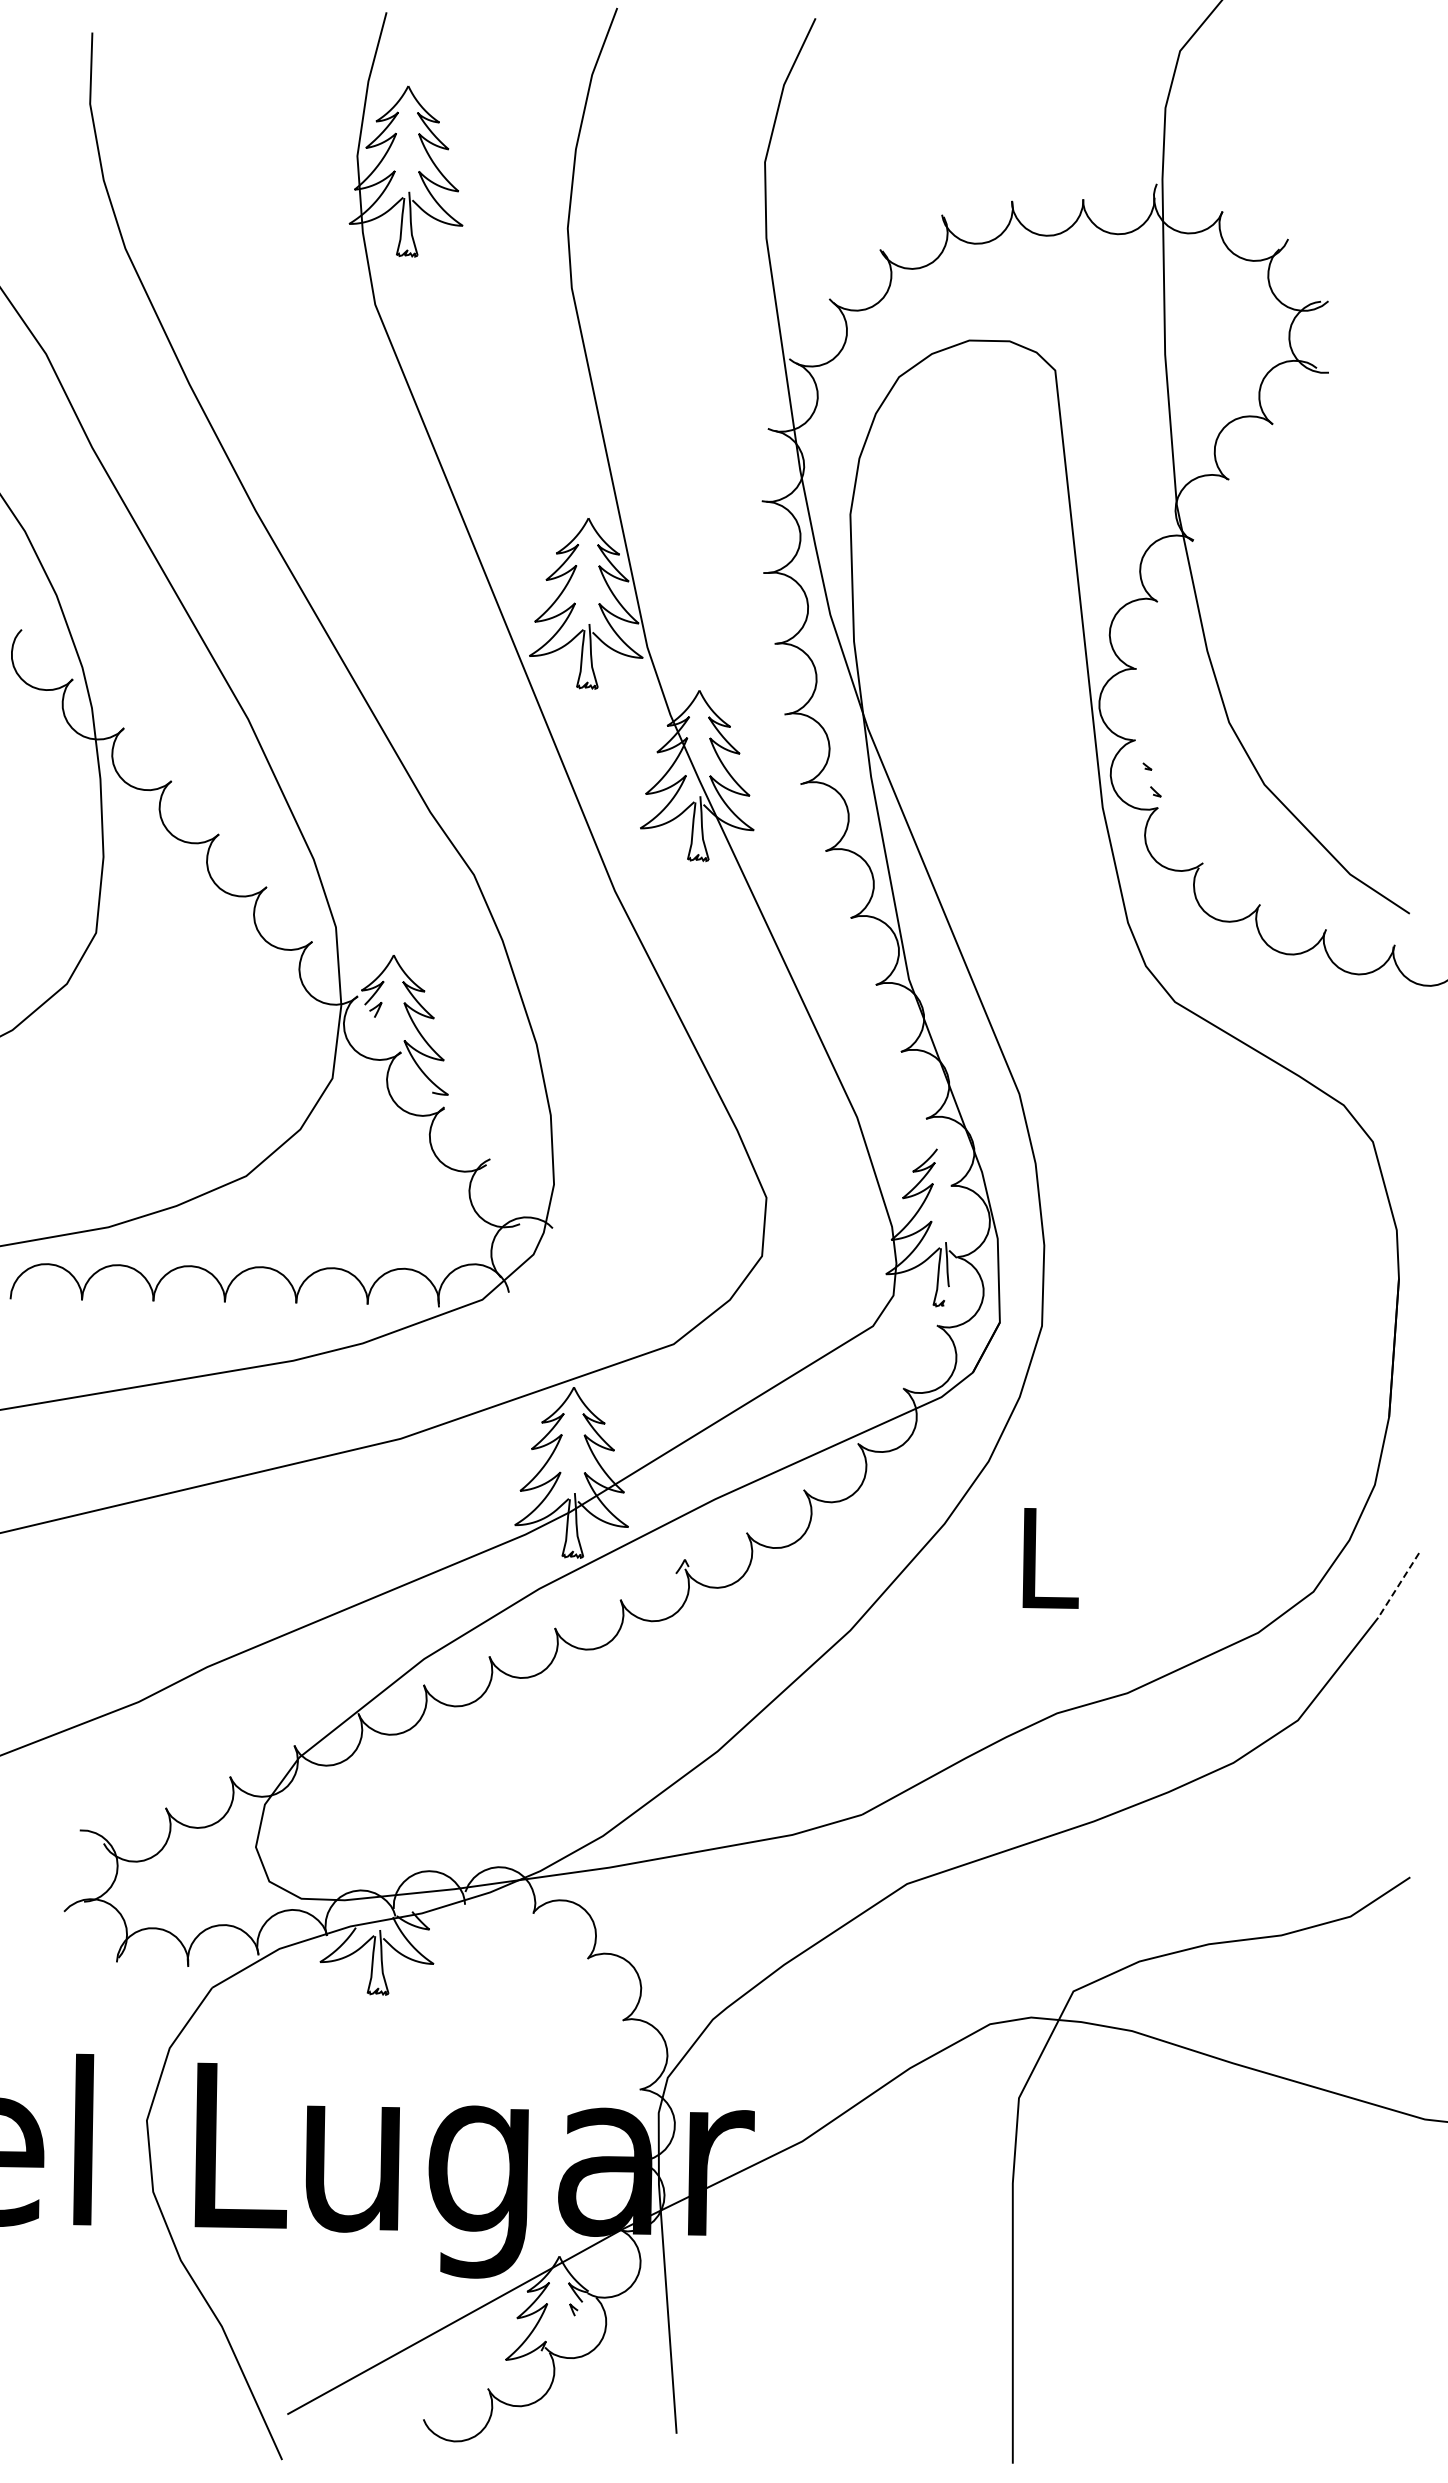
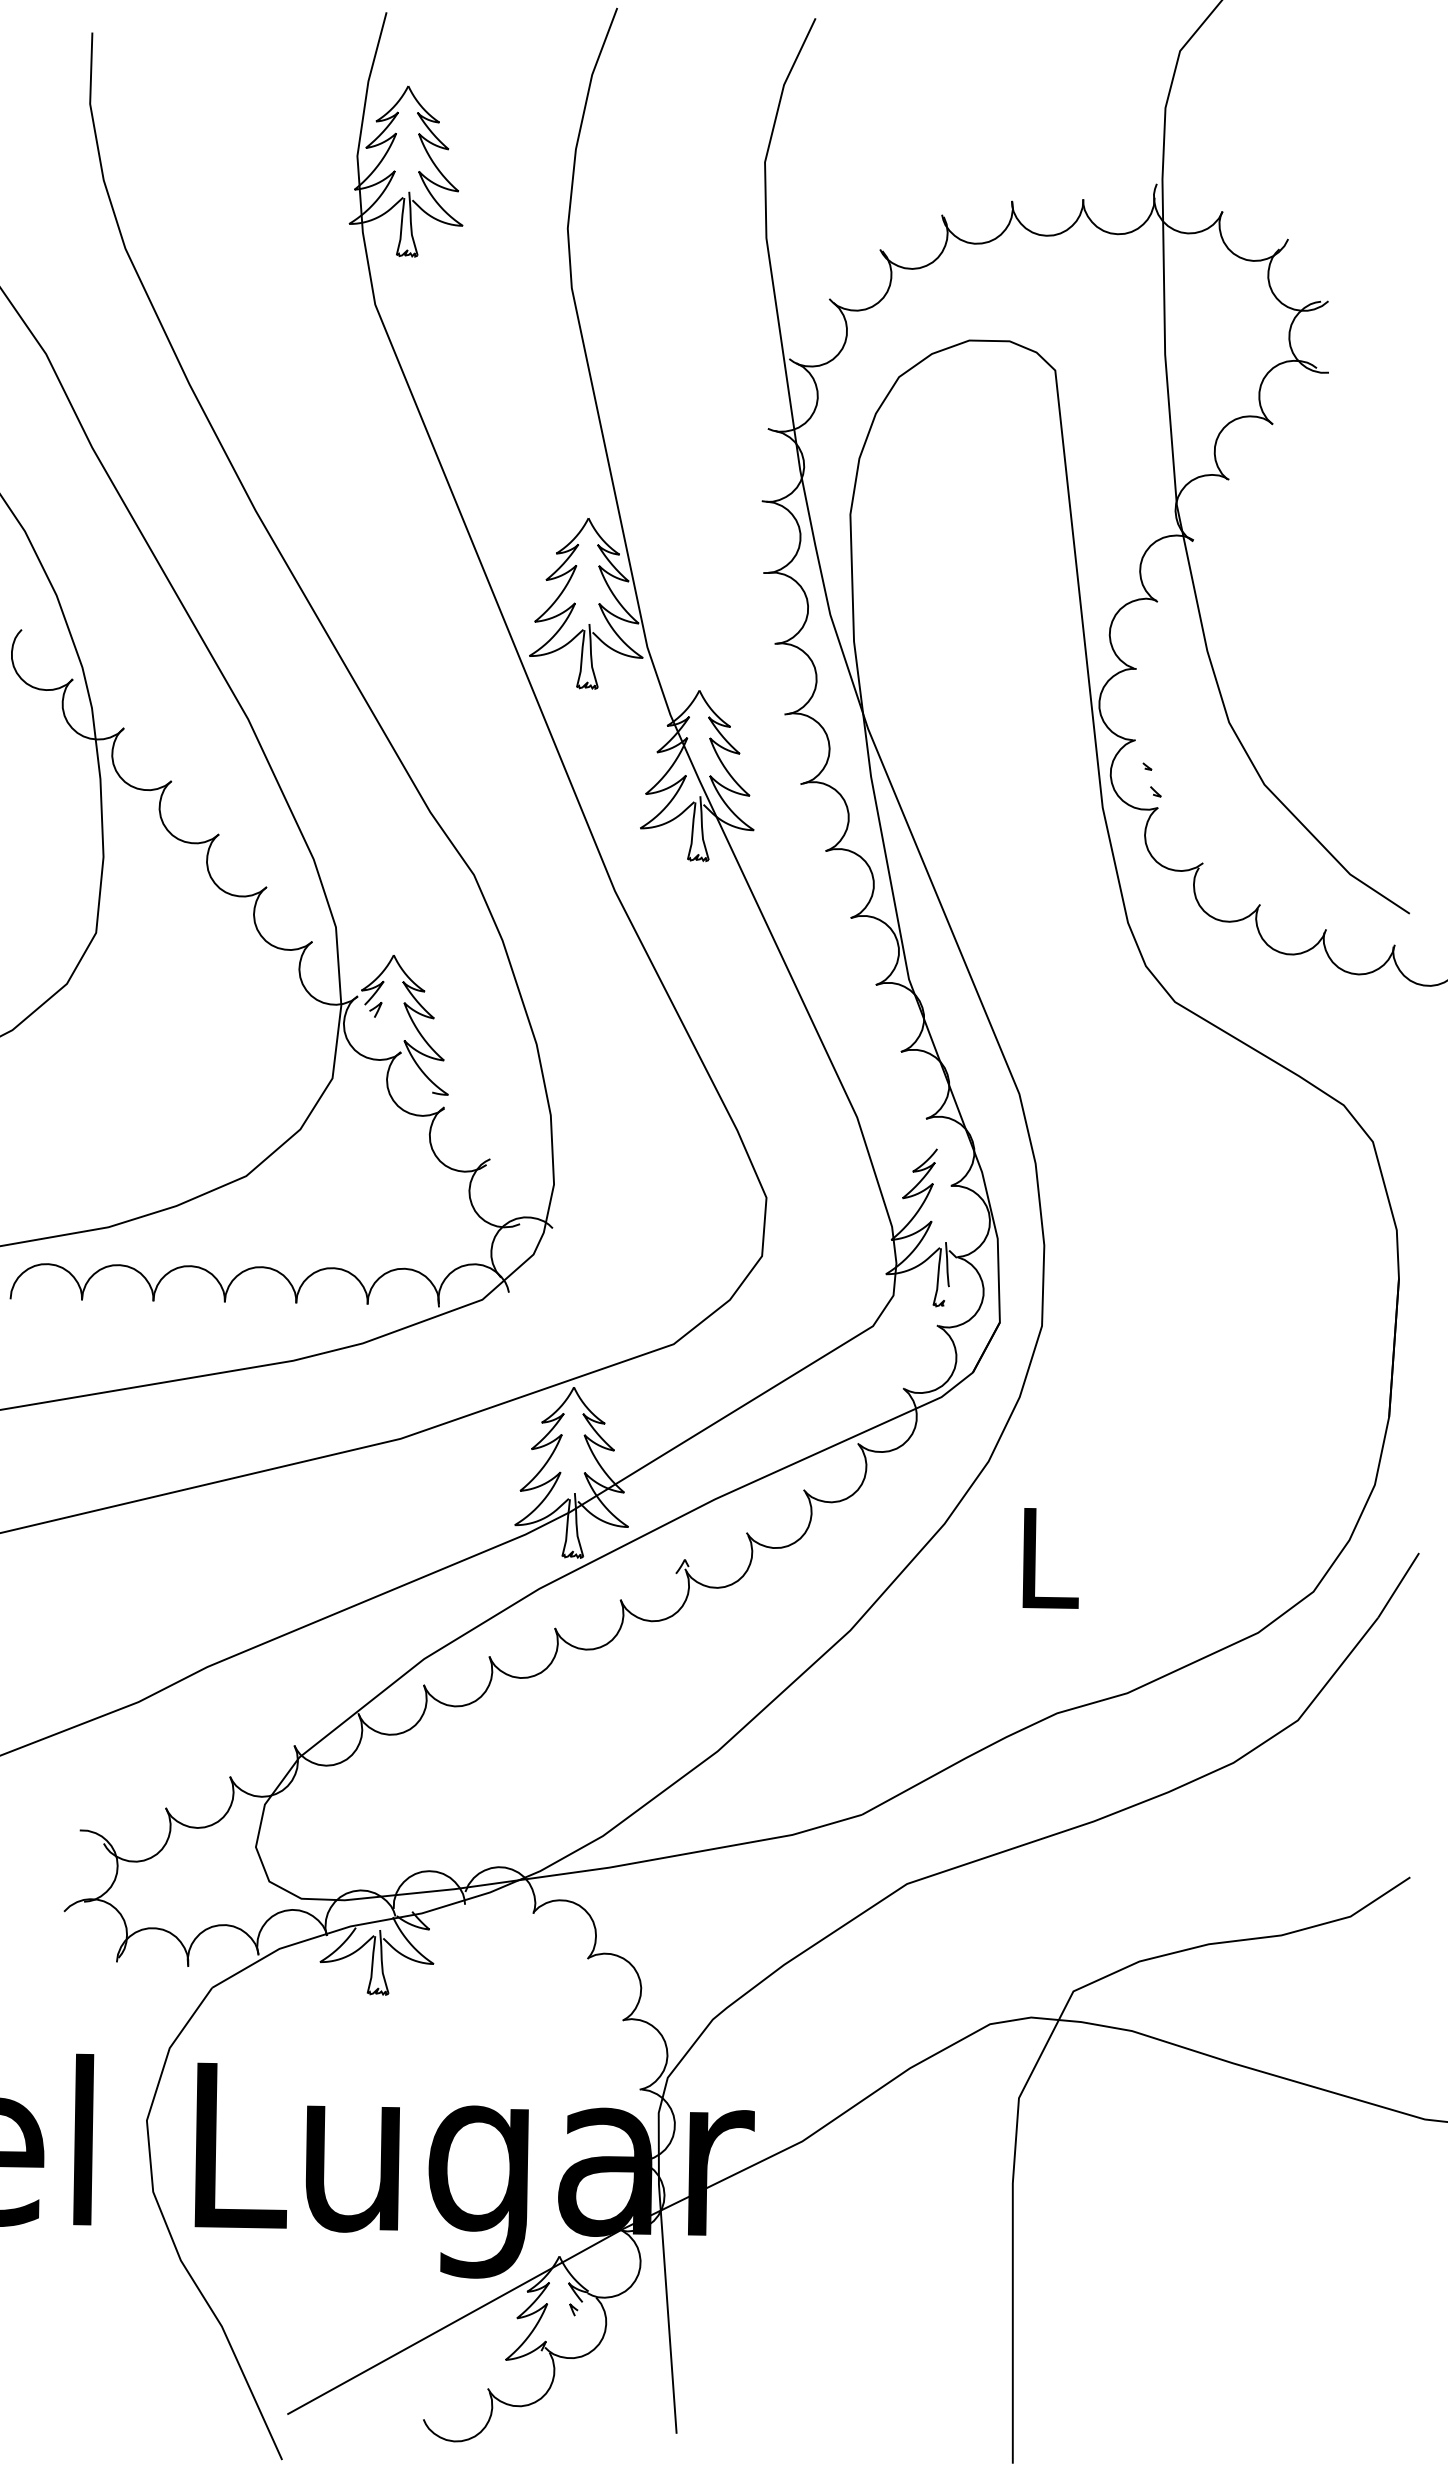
line at (1398, 1585): dashed -> solid
